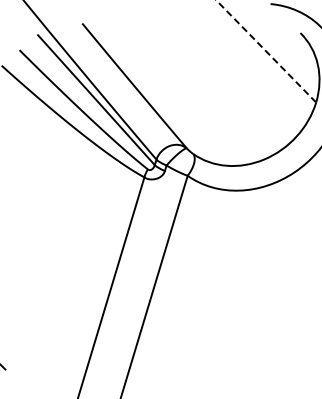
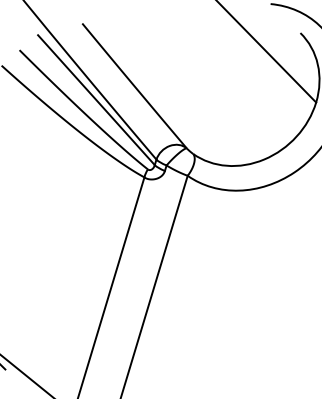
line at (265, 51): dashed -> solid
line at (26, 375): none -> present
